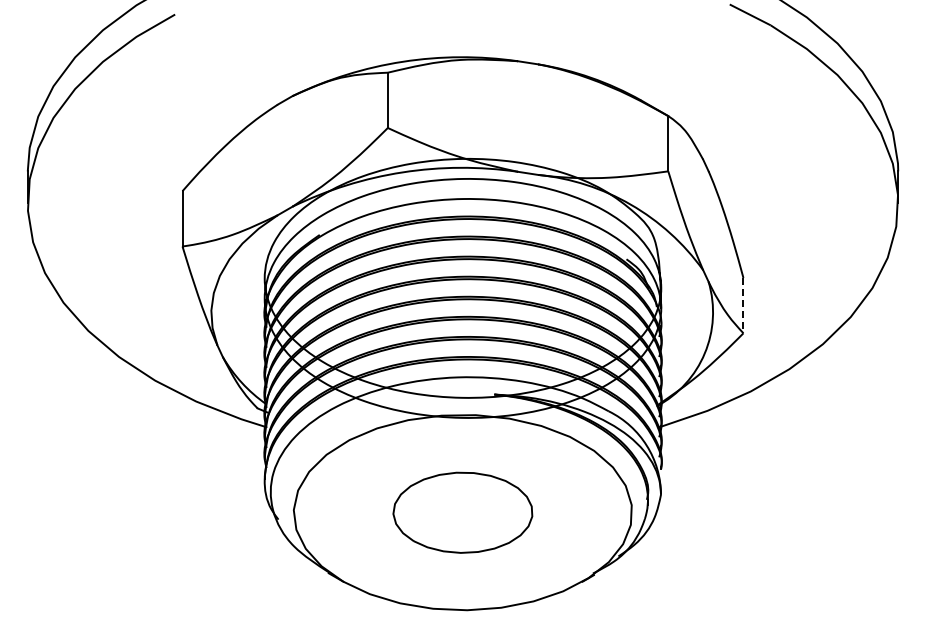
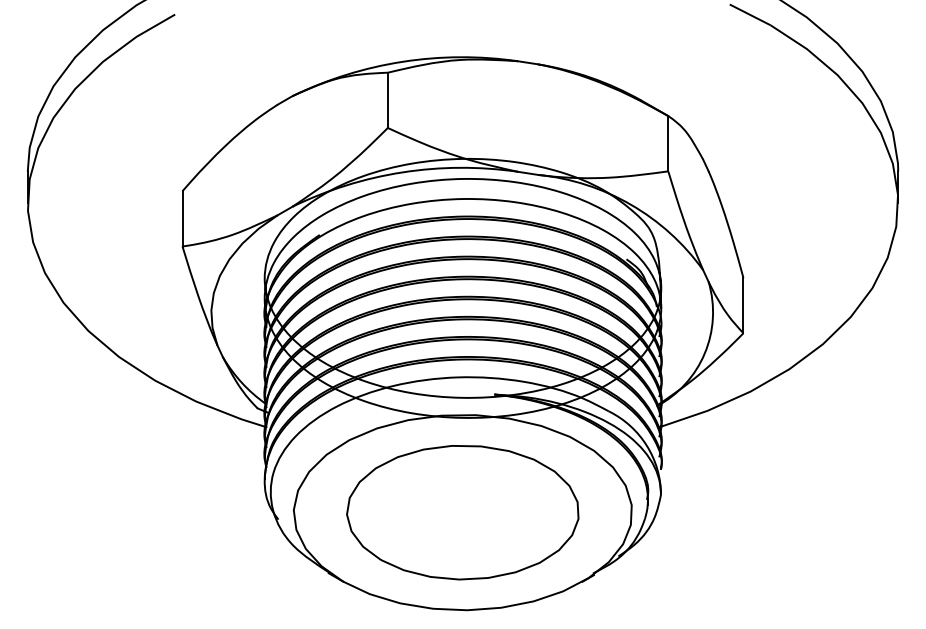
line at (743, 305): dashed -> solid
part at (462, 512) size: 142x83 px -> 234x136 px
